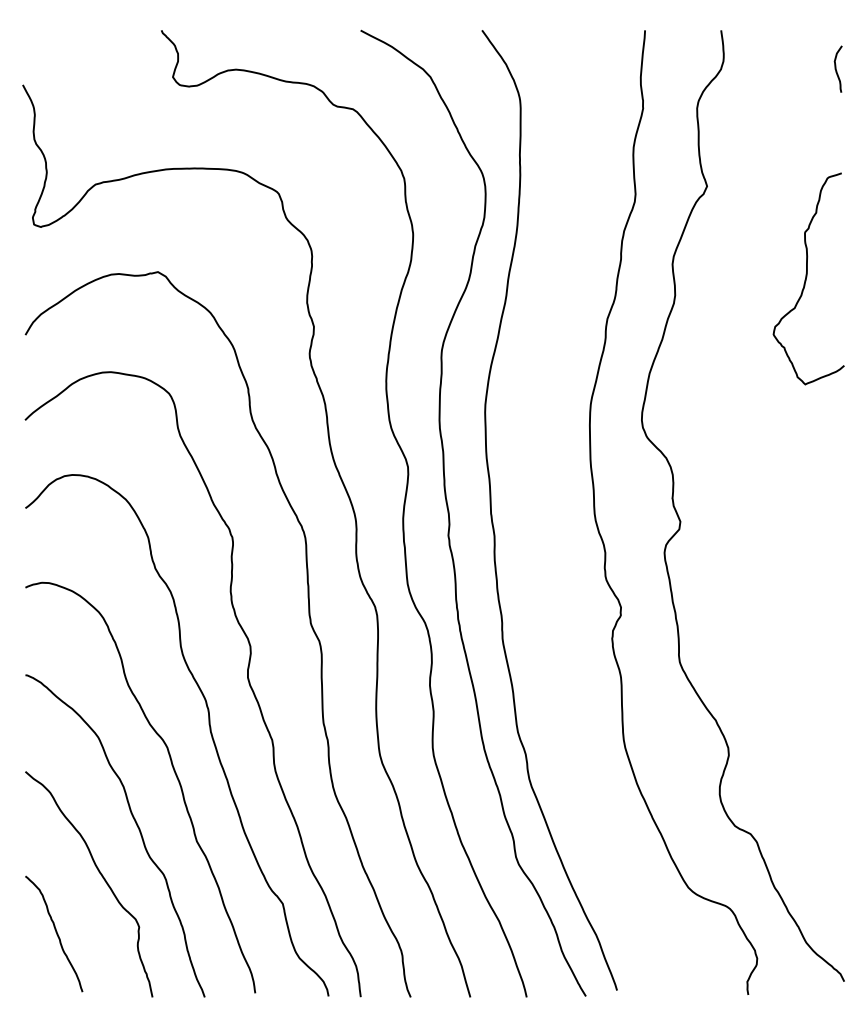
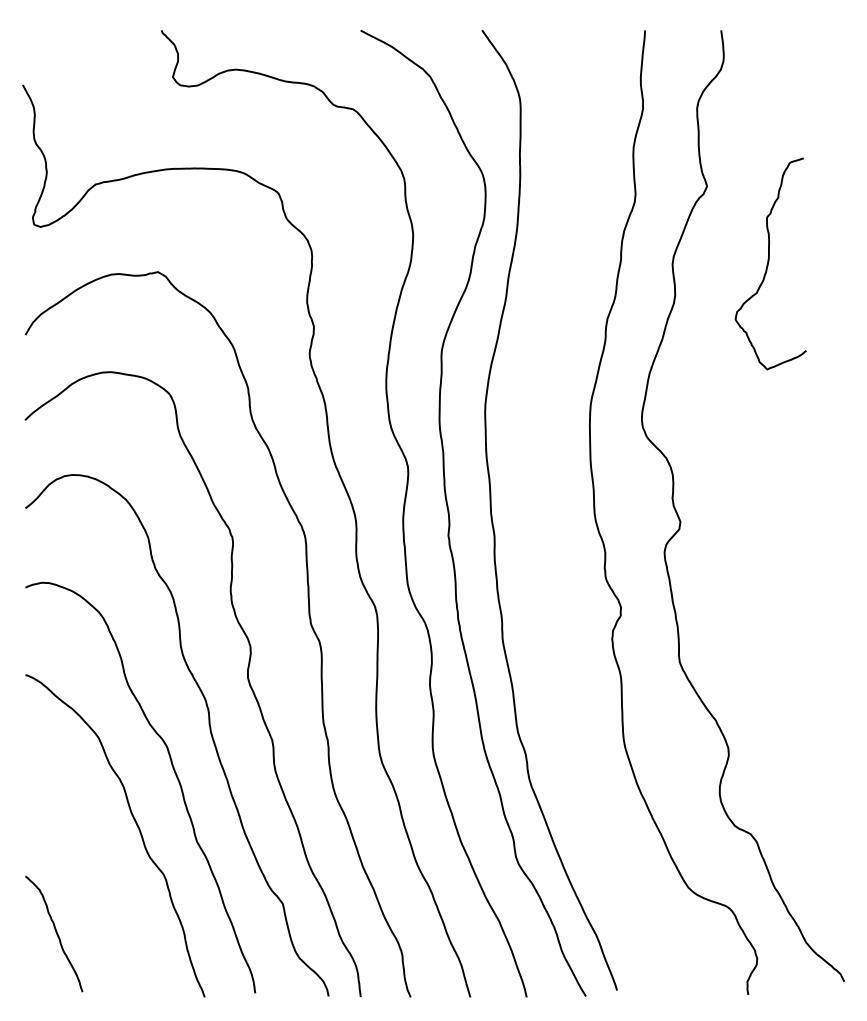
curve at (836, 68): present -> none
curve at (807, 277) position: (807, 277) -> (769, 262)
curve at (102, 878): present -> none
